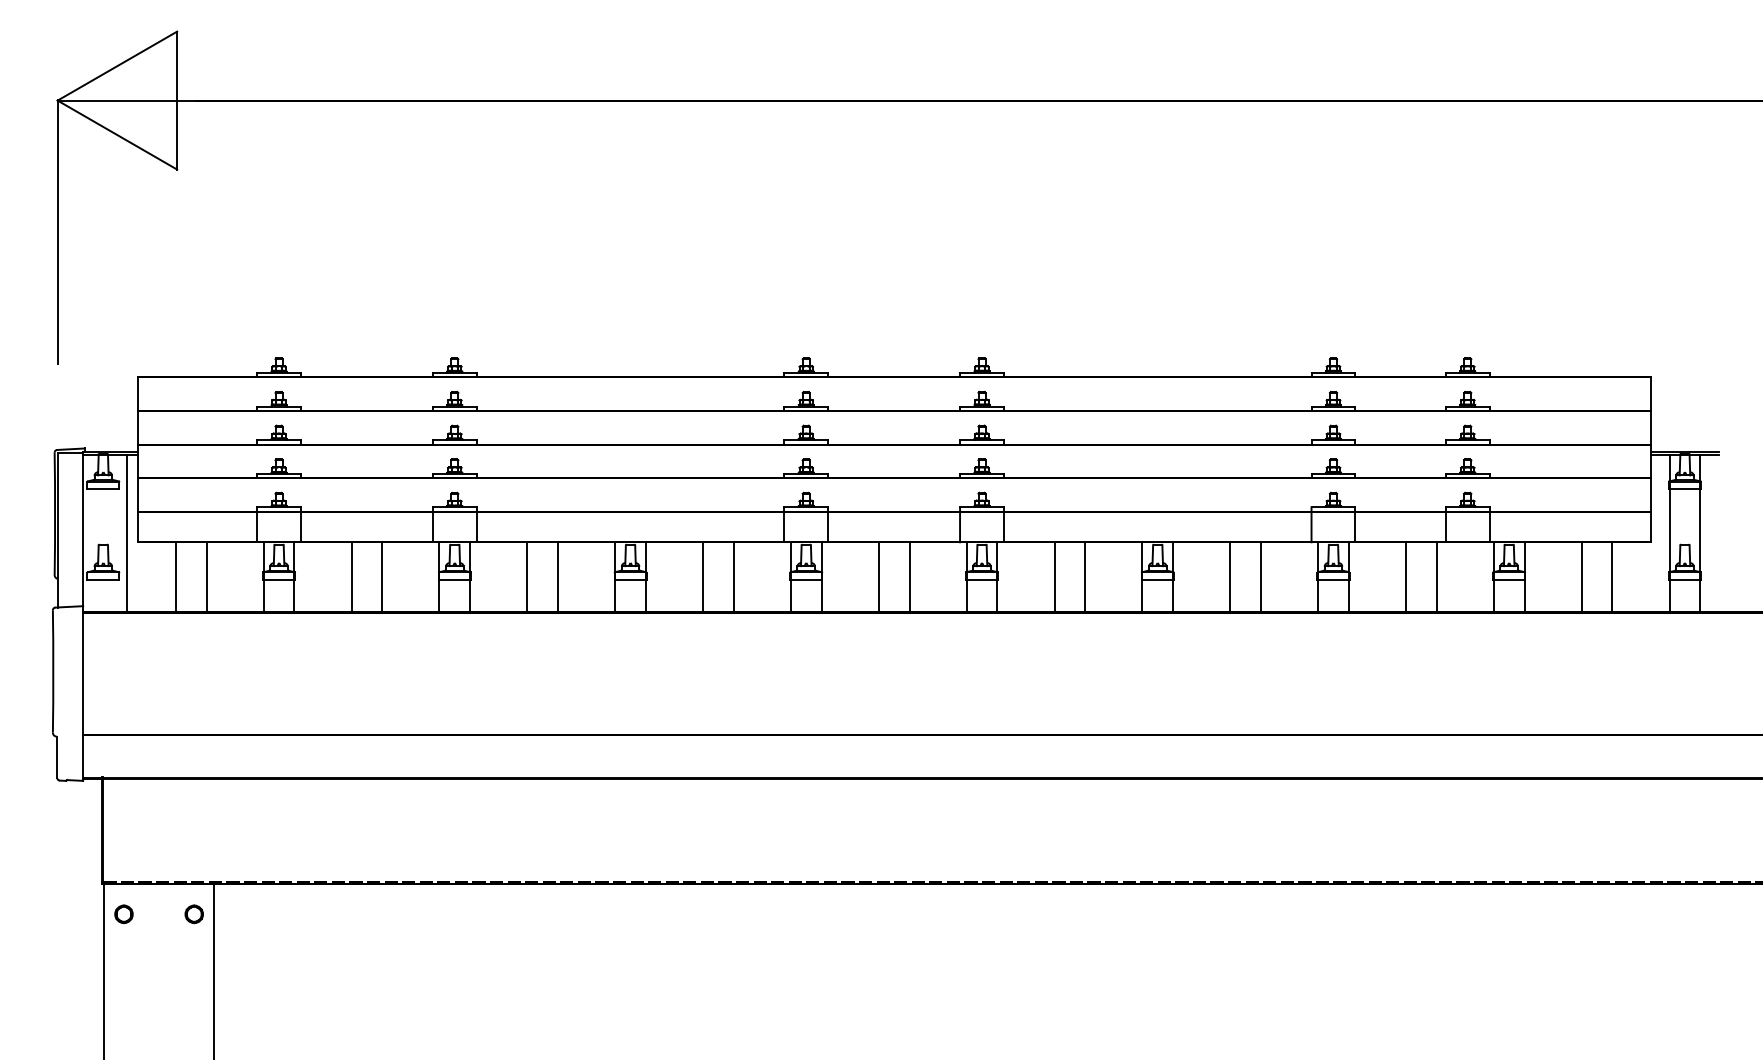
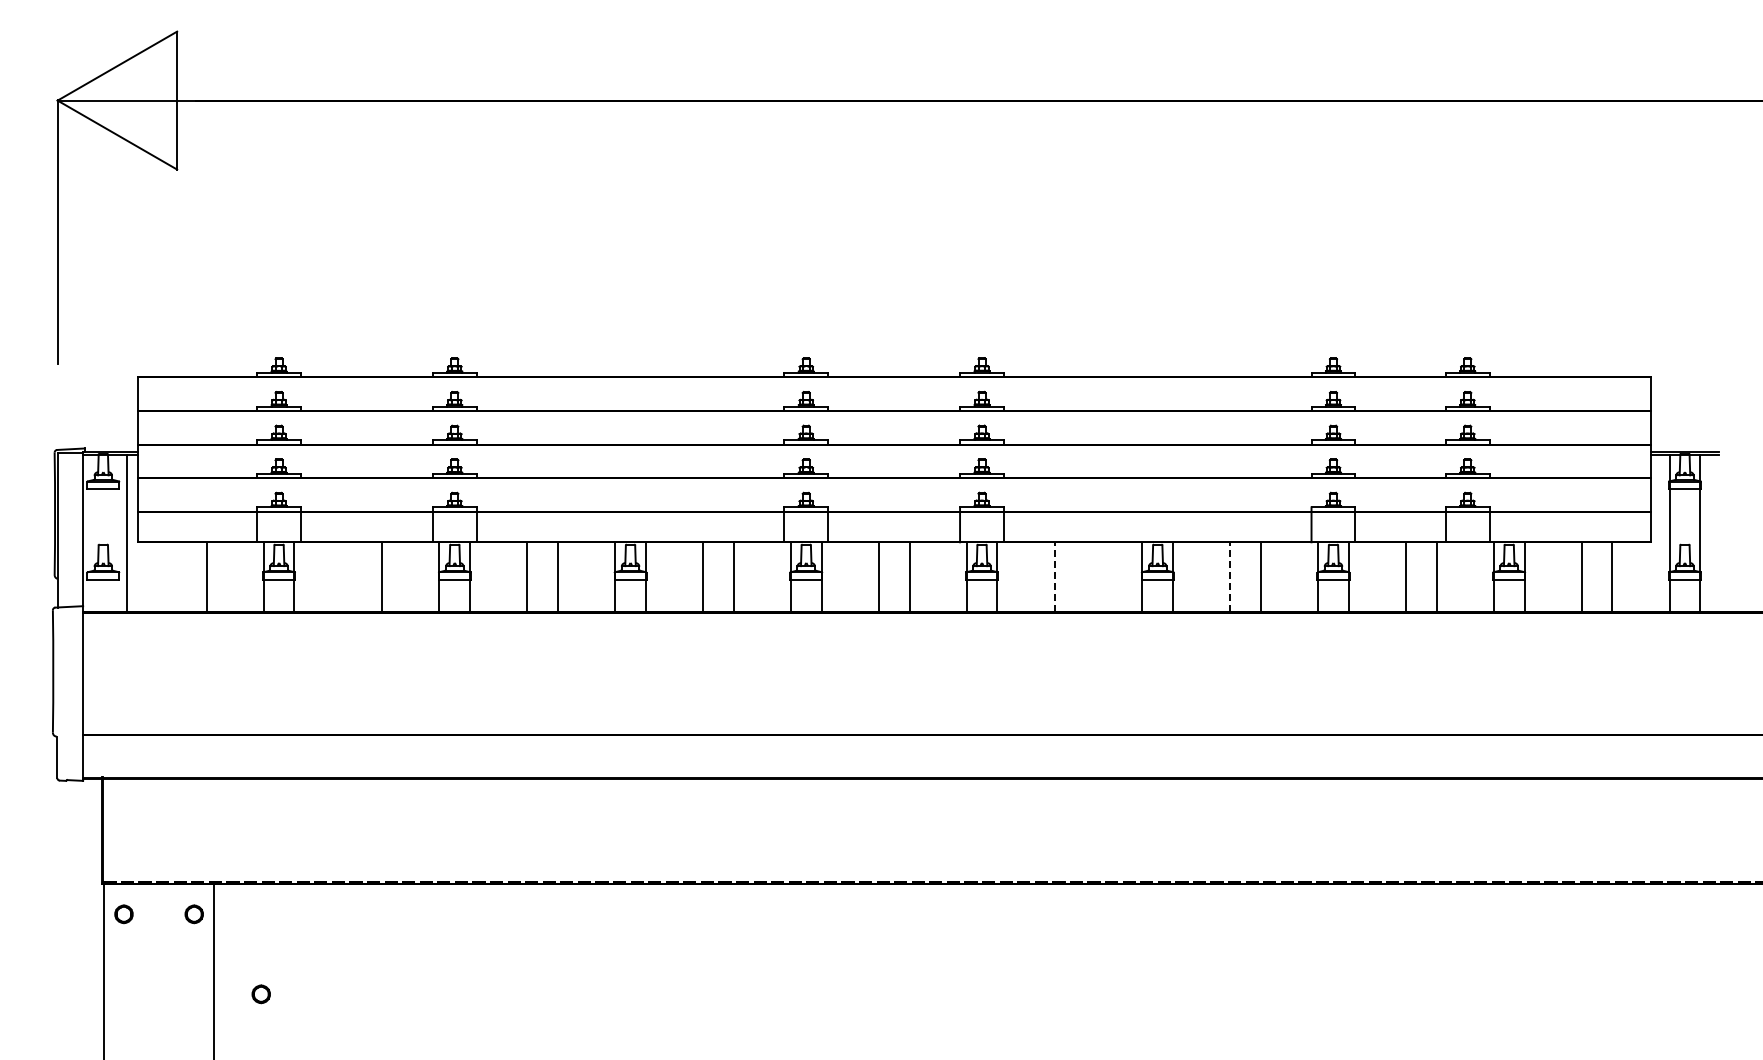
line at (175, 576): present -> none
line at (351, 576): present -> none
line at (1054, 576): solid -> dashed
line at (1085, 576): present -> none
line at (1230, 576): solid -> dashed
part at (260, 994): none -> present
